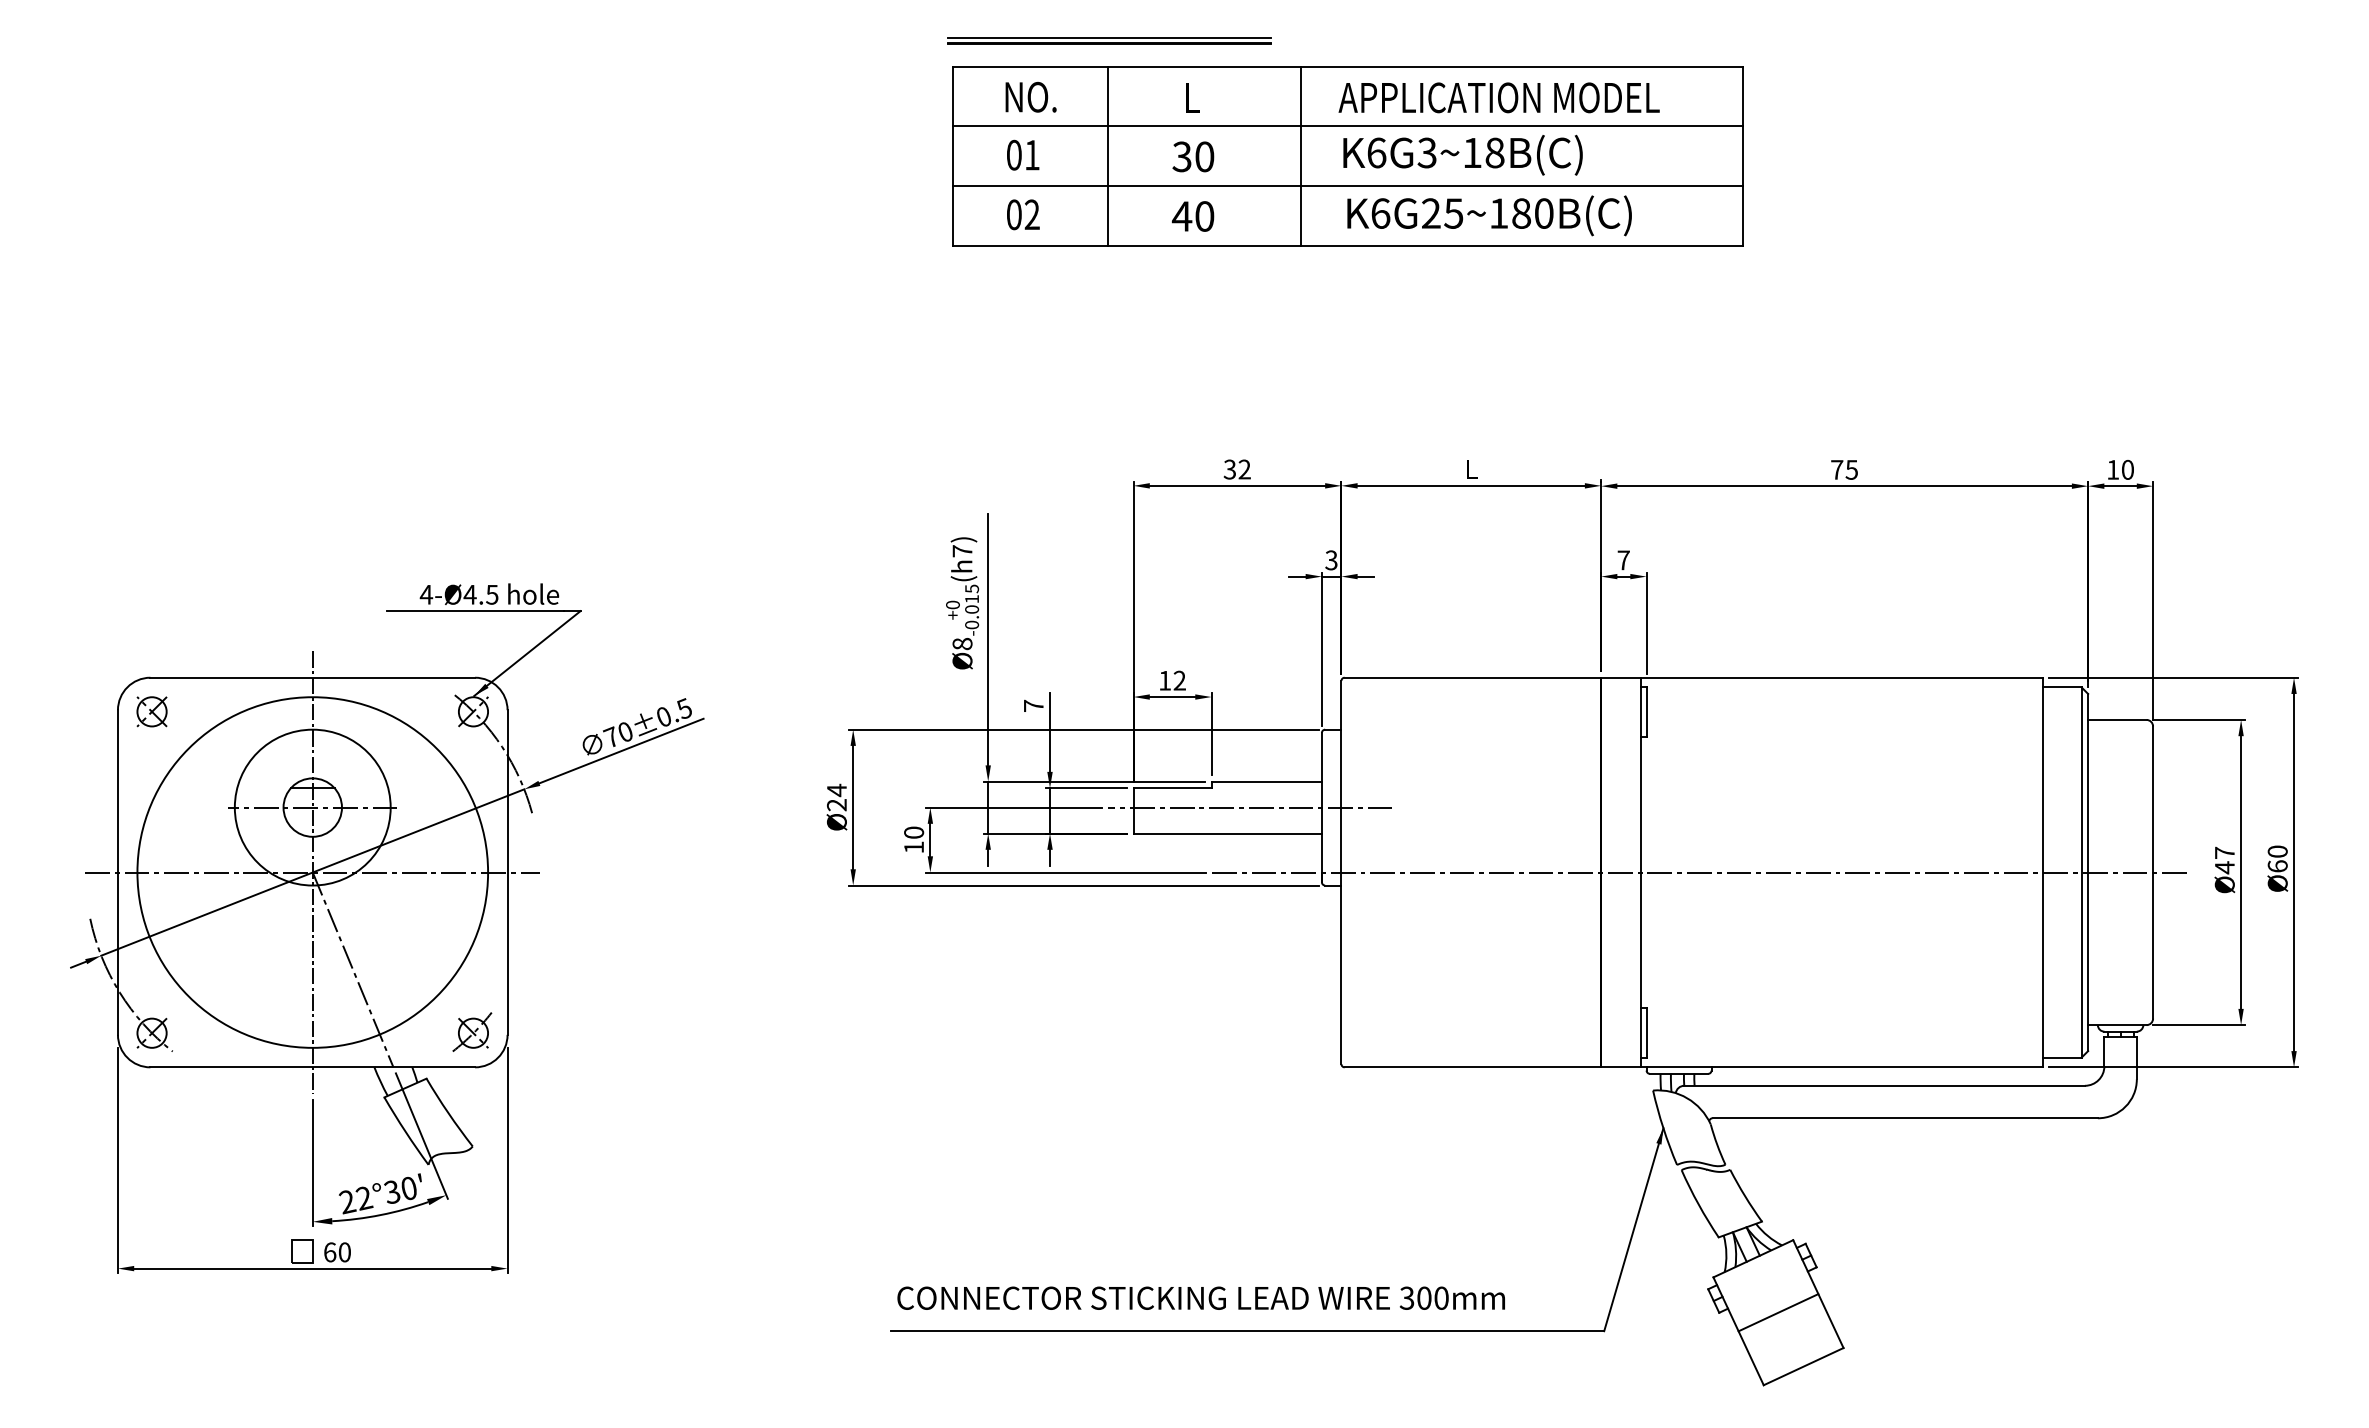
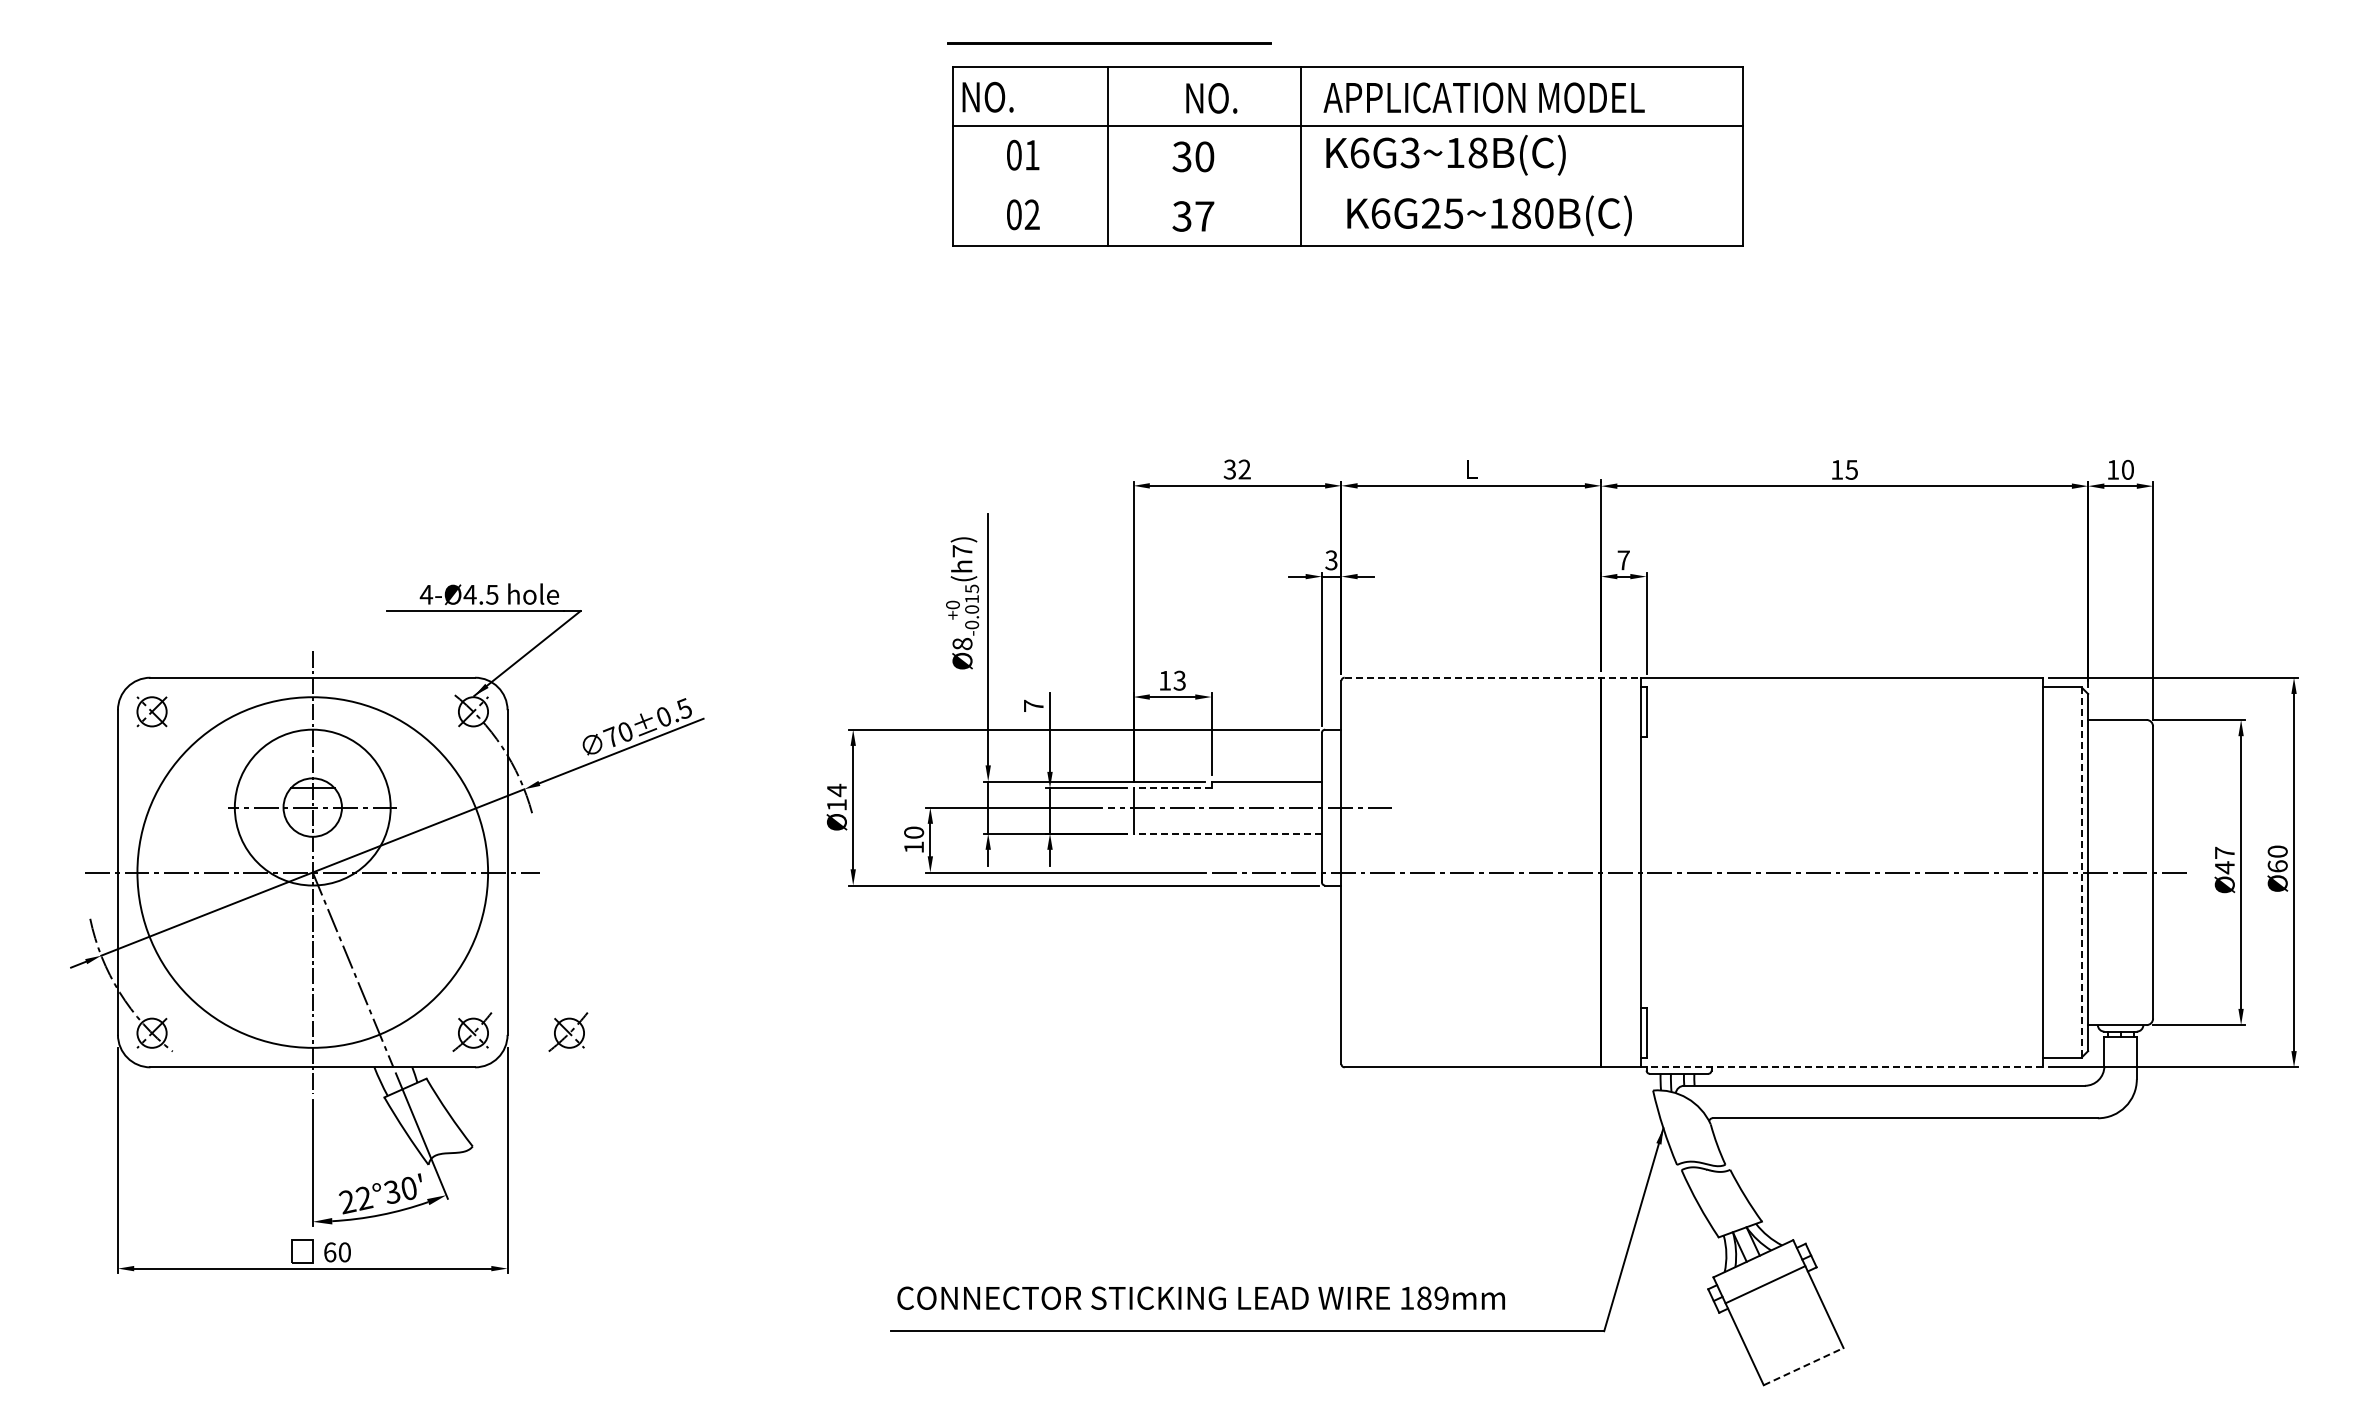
line at (1109, 38): present -> none
text at (1030, 97) position: (1030, 97) -> (987, 97)
text at (1498, 97) position: (1498, 97) -> (1483, 97)
text at (1211, 98): L -> NO.
text at (1462, 154) position: (1462, 154) -> (1445, 154)
line at (1348, 185): present -> none
text at (1192, 216): 40 -> 37
text at (1837, 469): 75 -> 15
line at (1493, 677): solid -> dashed
text at (1179, 680): 12 -> 13
line at (1172, 788): solid -> dashed
text at (836, 805): Ø24 -> Ø14
line at (1227, 833): solid -> dashed
line at (2081, 873): solid -> dashed
part at (568, 1031): none -> present
line at (1841, 1067): solid -> dashed
text at (1423, 1297): 300mm -> 189mm
line at (1778, 1312) position: (1778, 1312) -> (1765, 1284)
line at (1804, 1366): solid -> dashed
